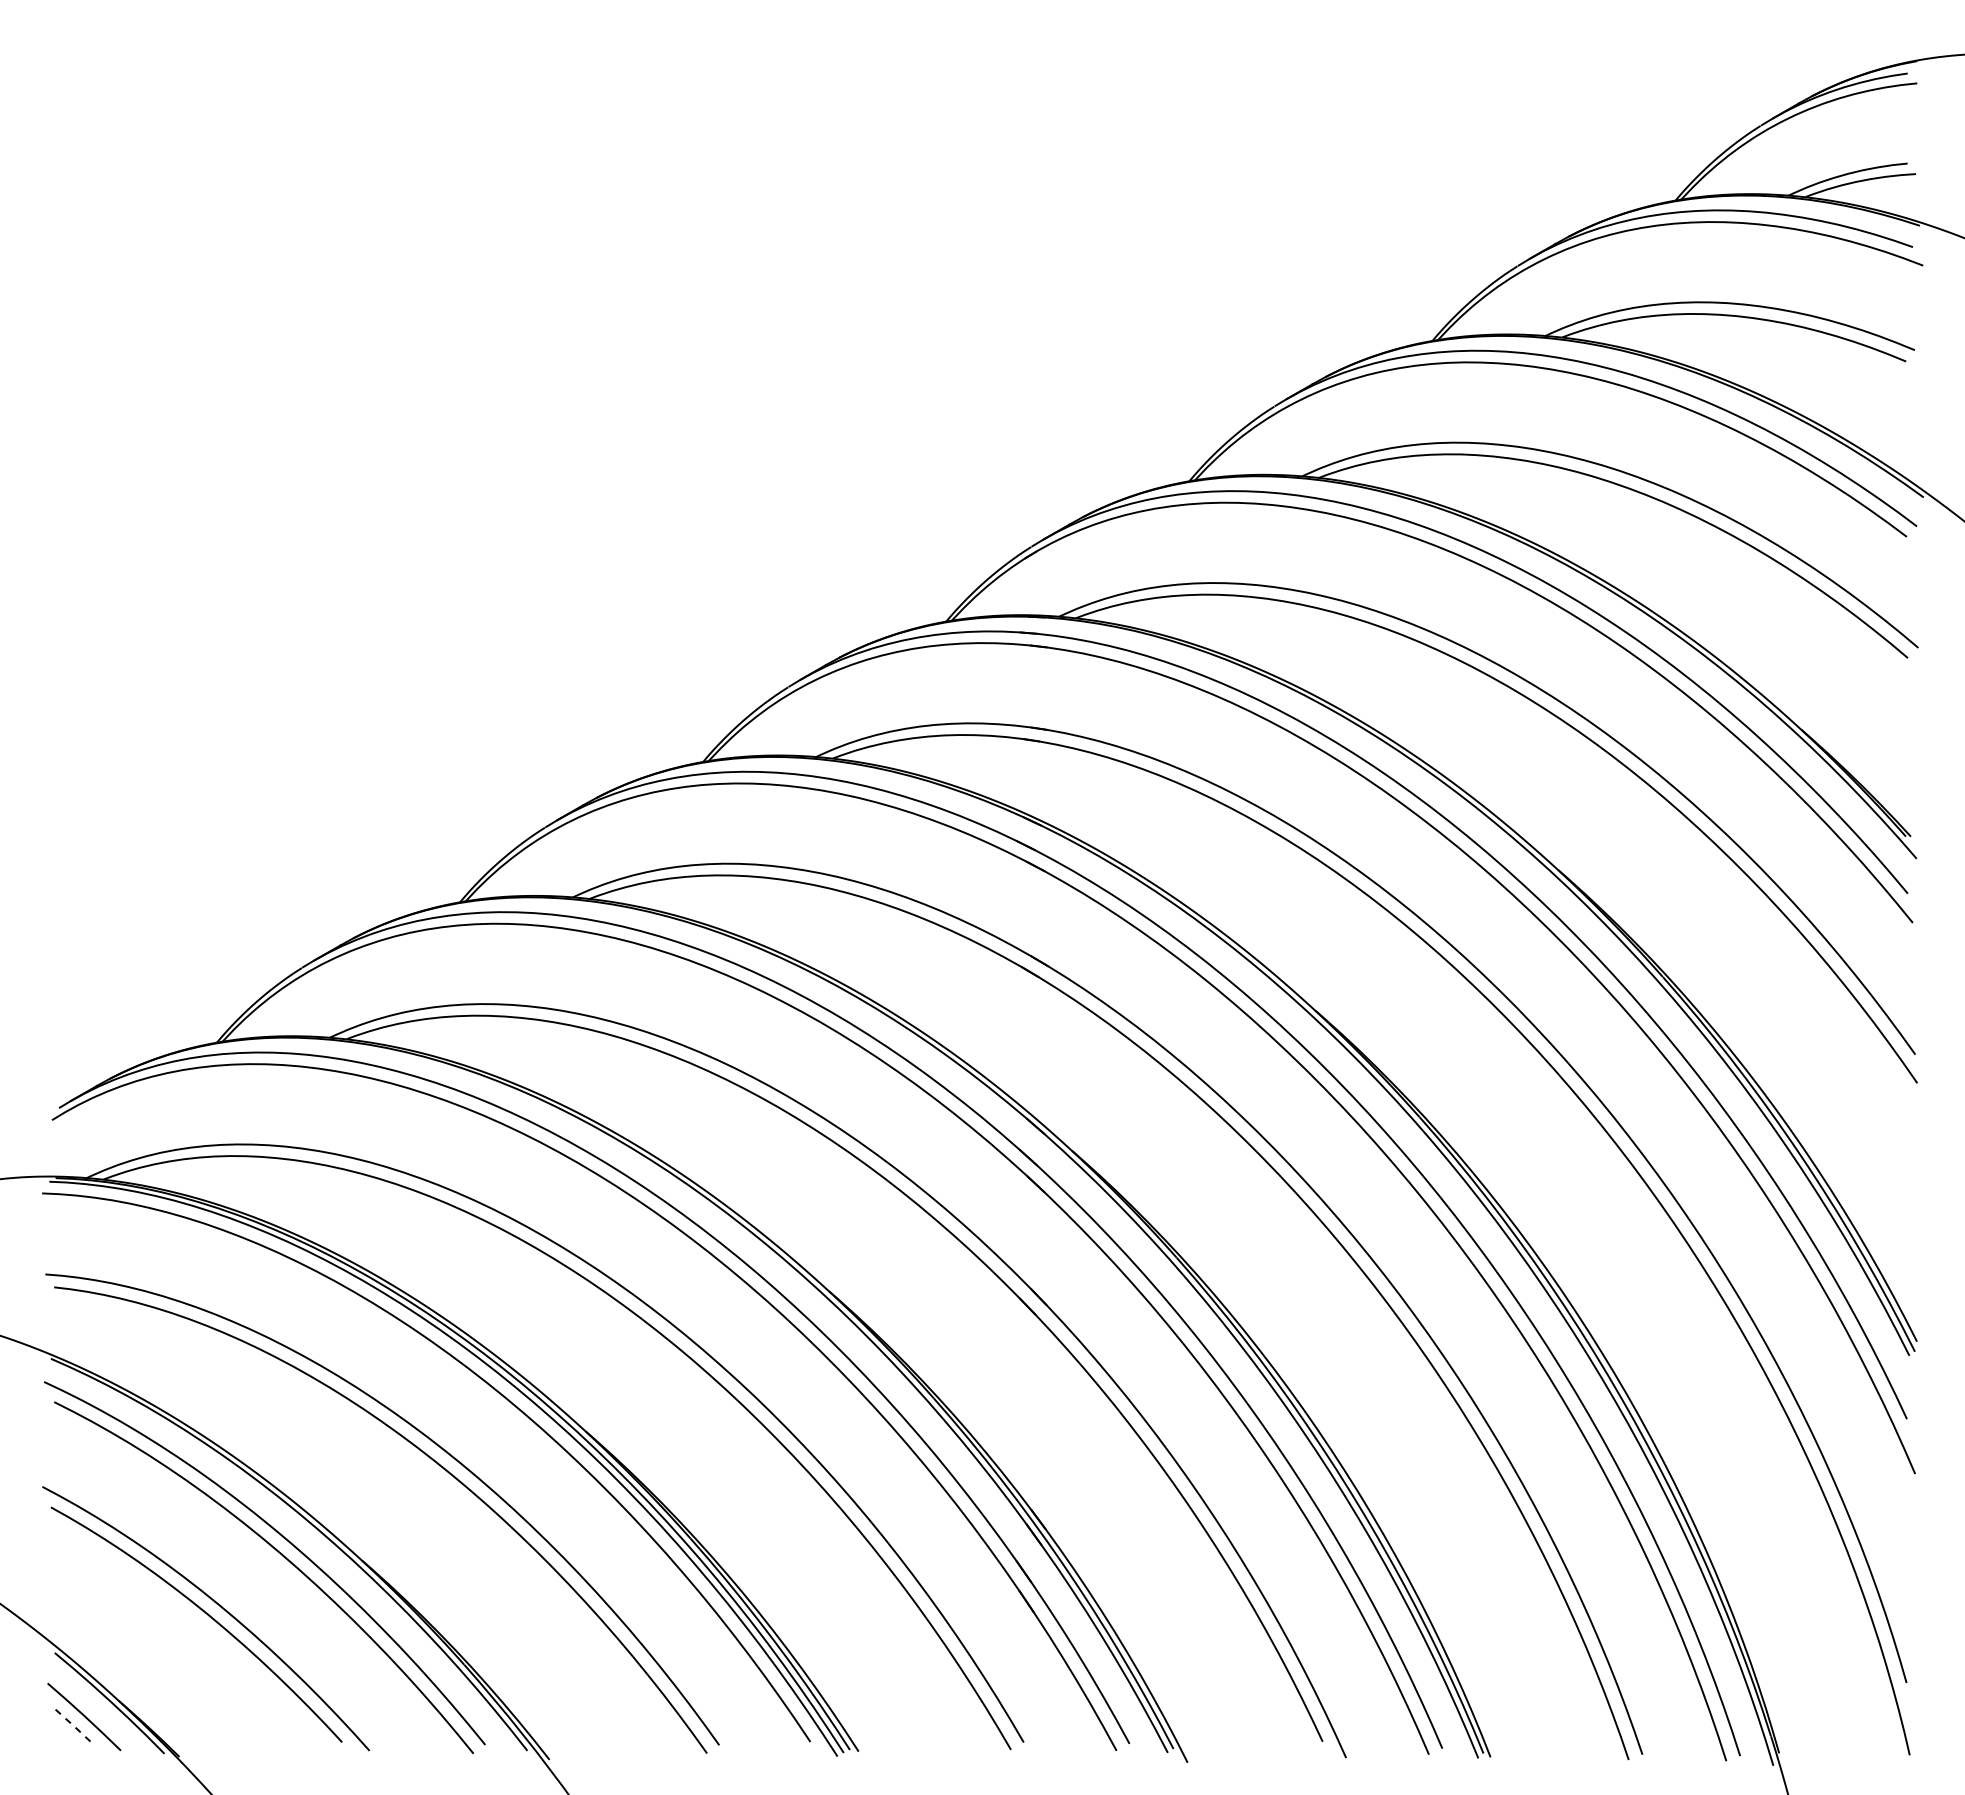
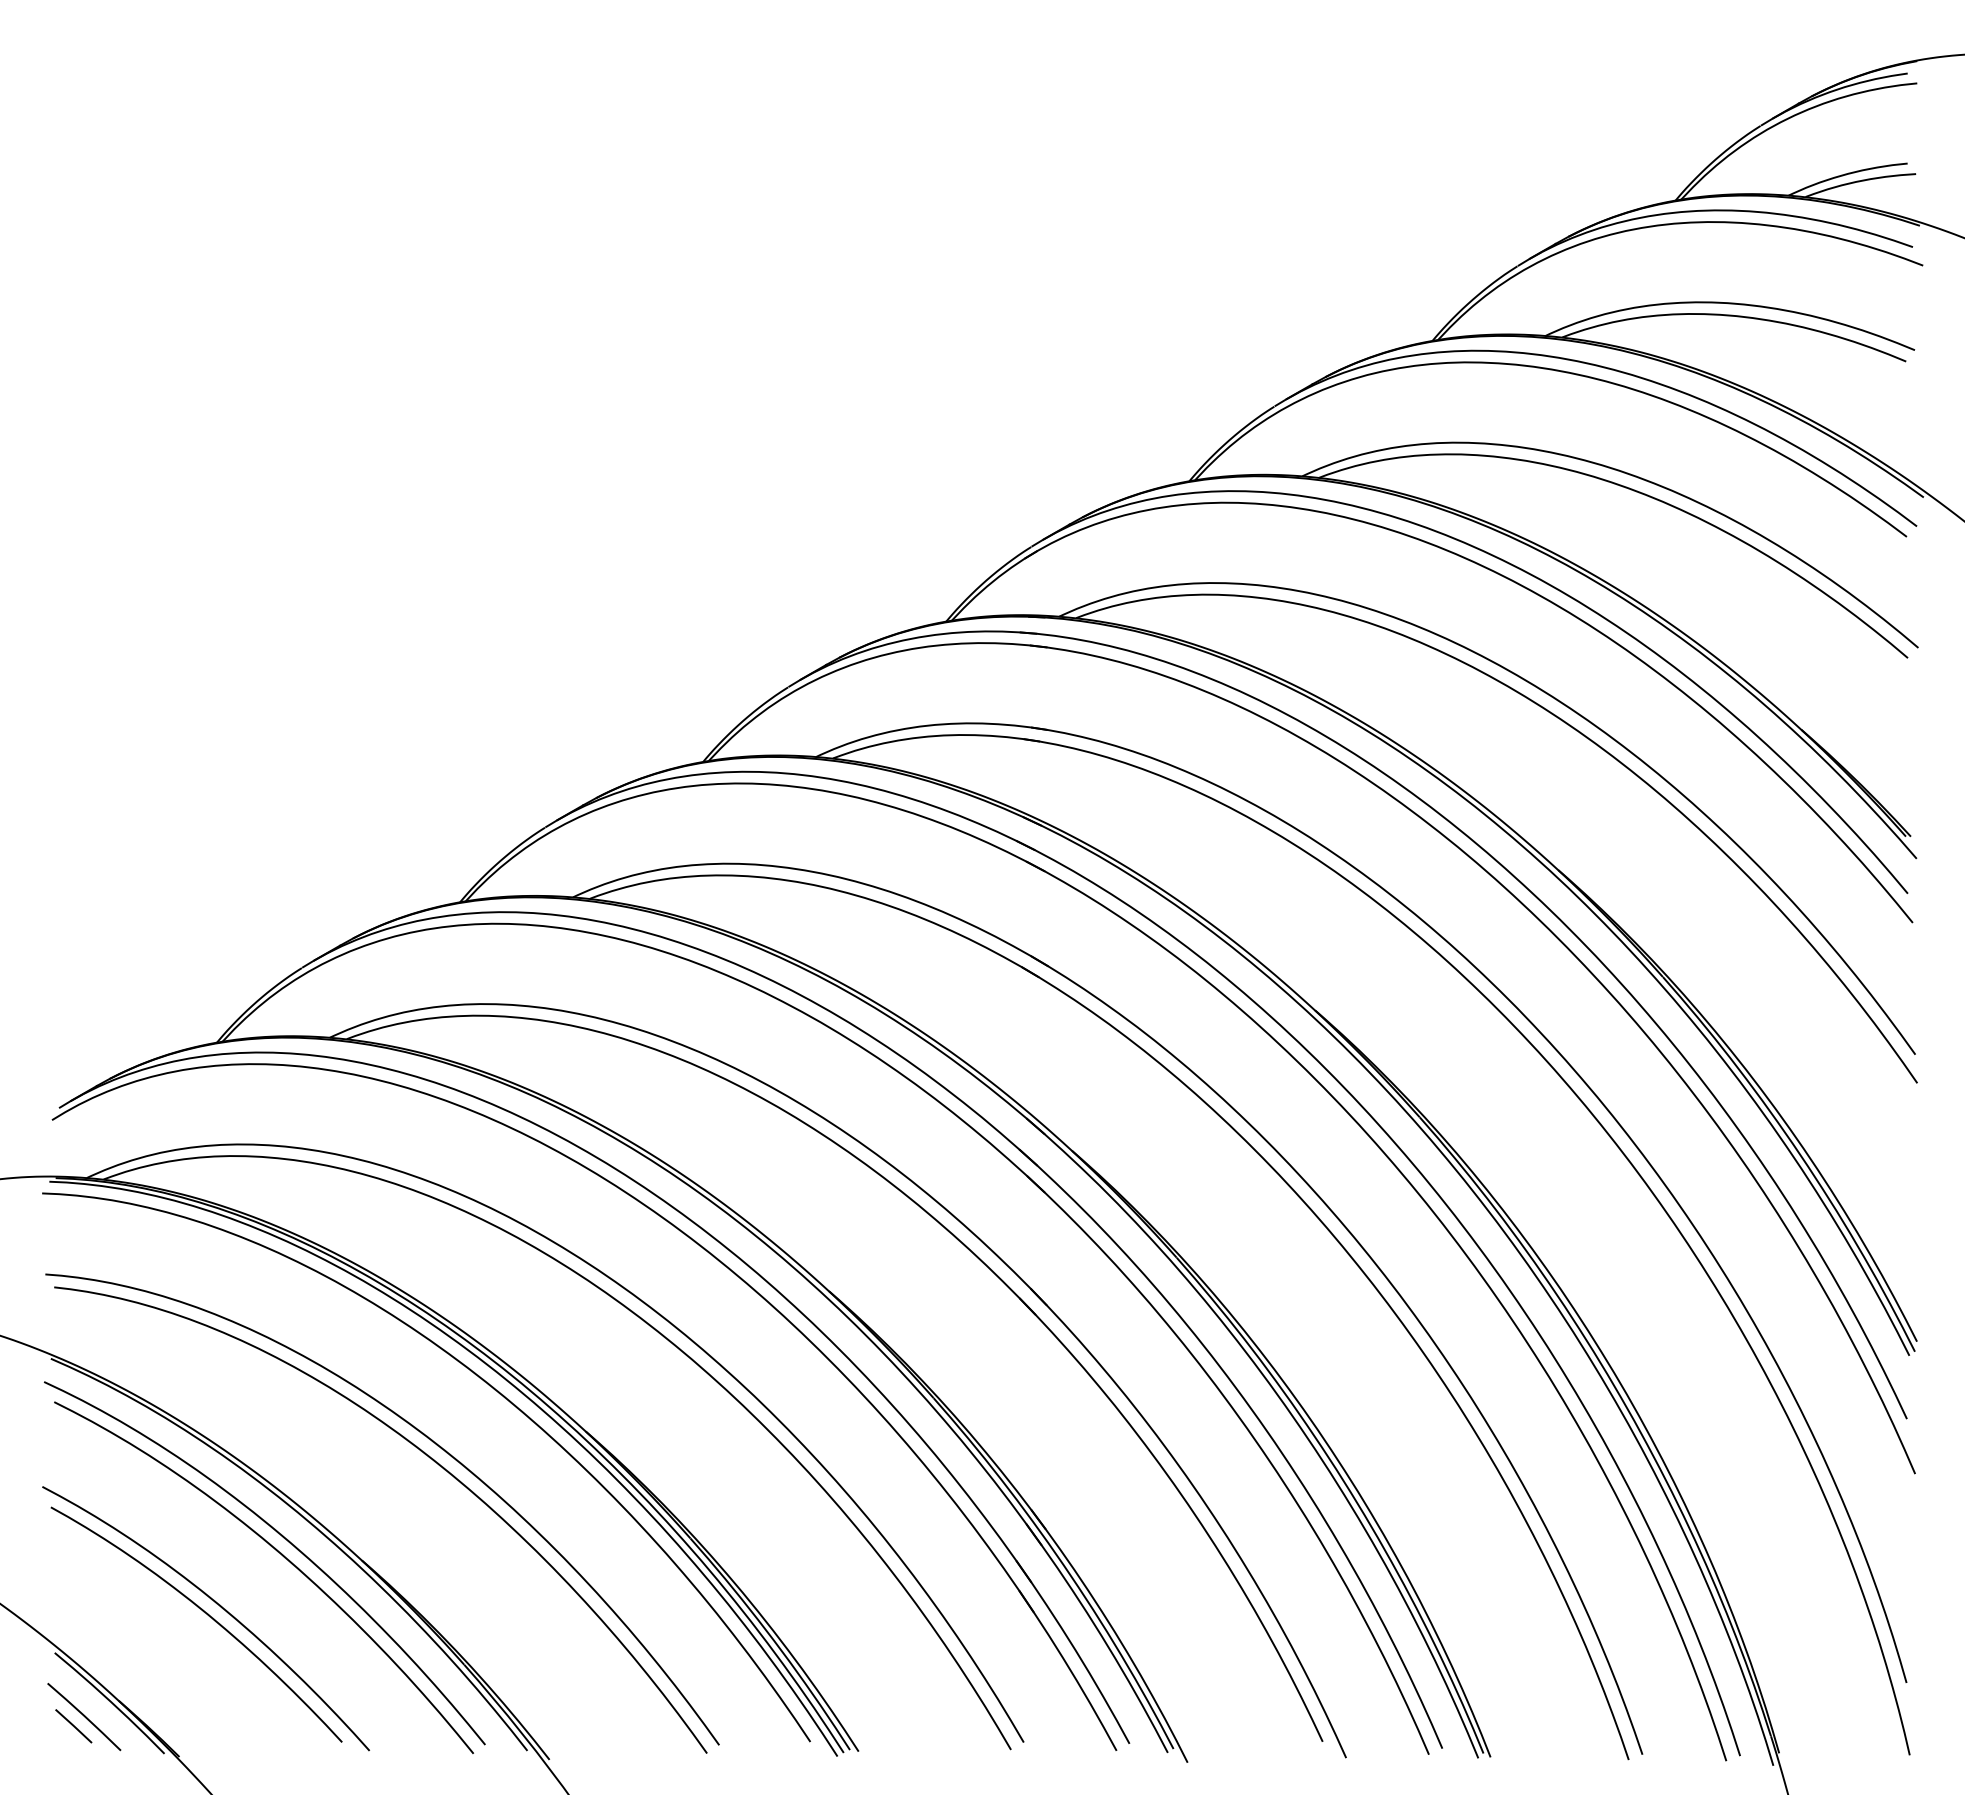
line at (73, 1726): dashed -> solid
